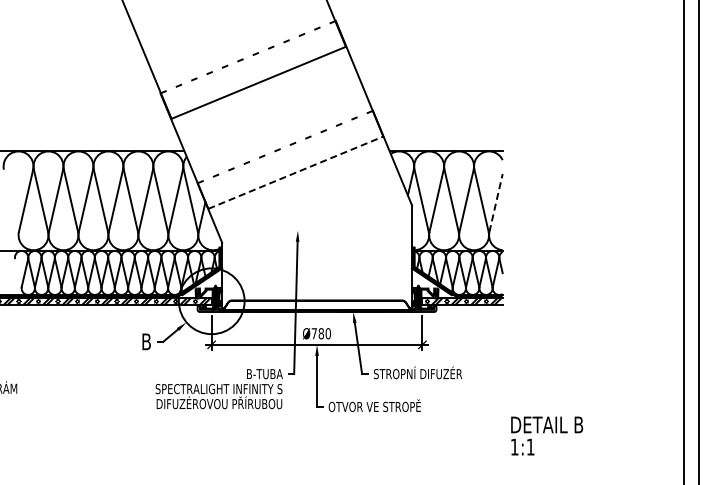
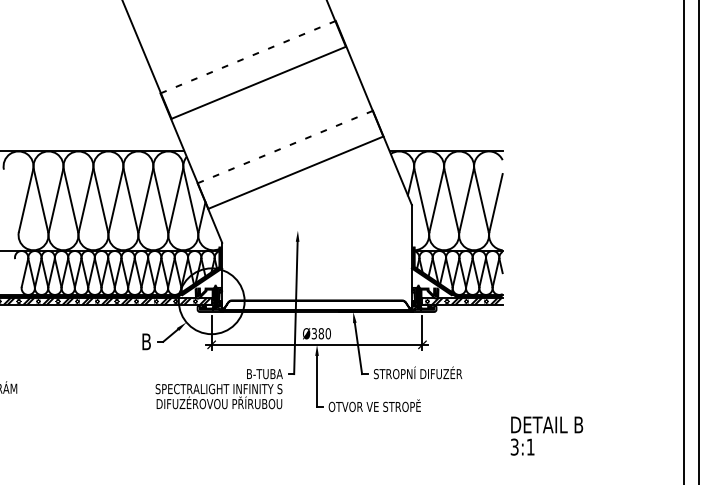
line at (295, 172): dashed -> solid
line at (496, 203): dashed -> solid
text at (313, 333): Ø780 -> Ø380
text at (514, 446): 1:1 -> 3:1
